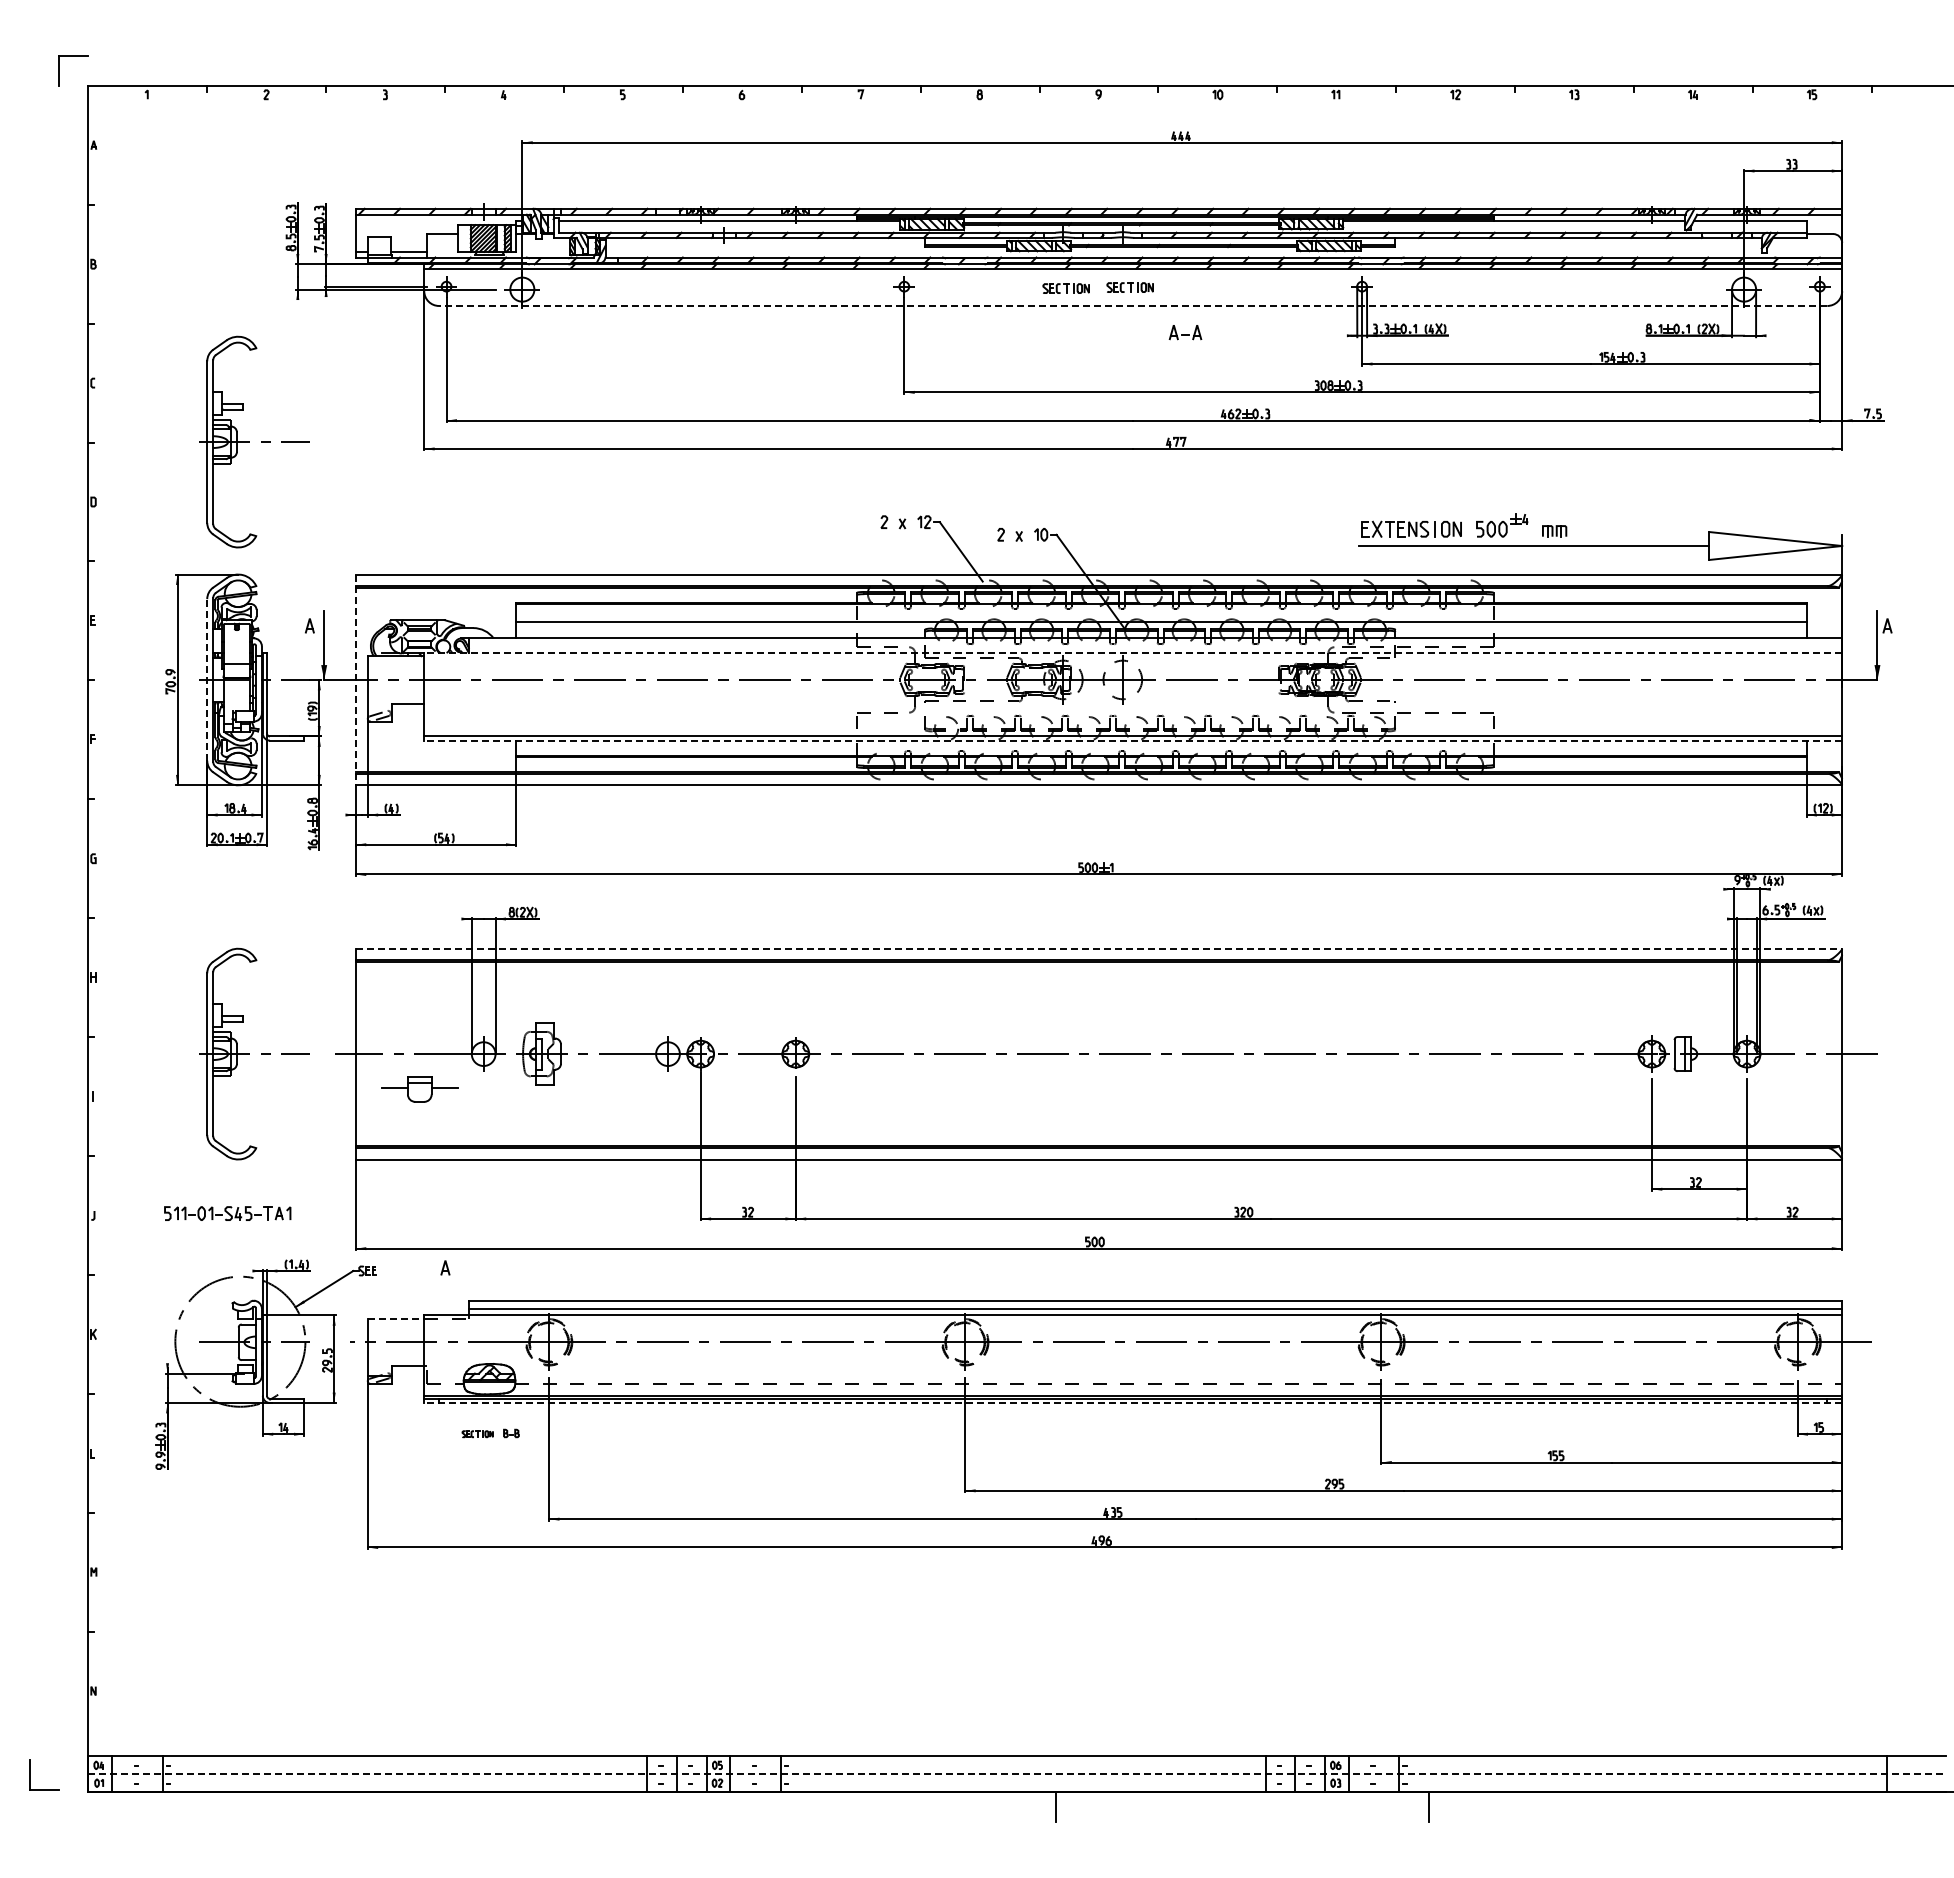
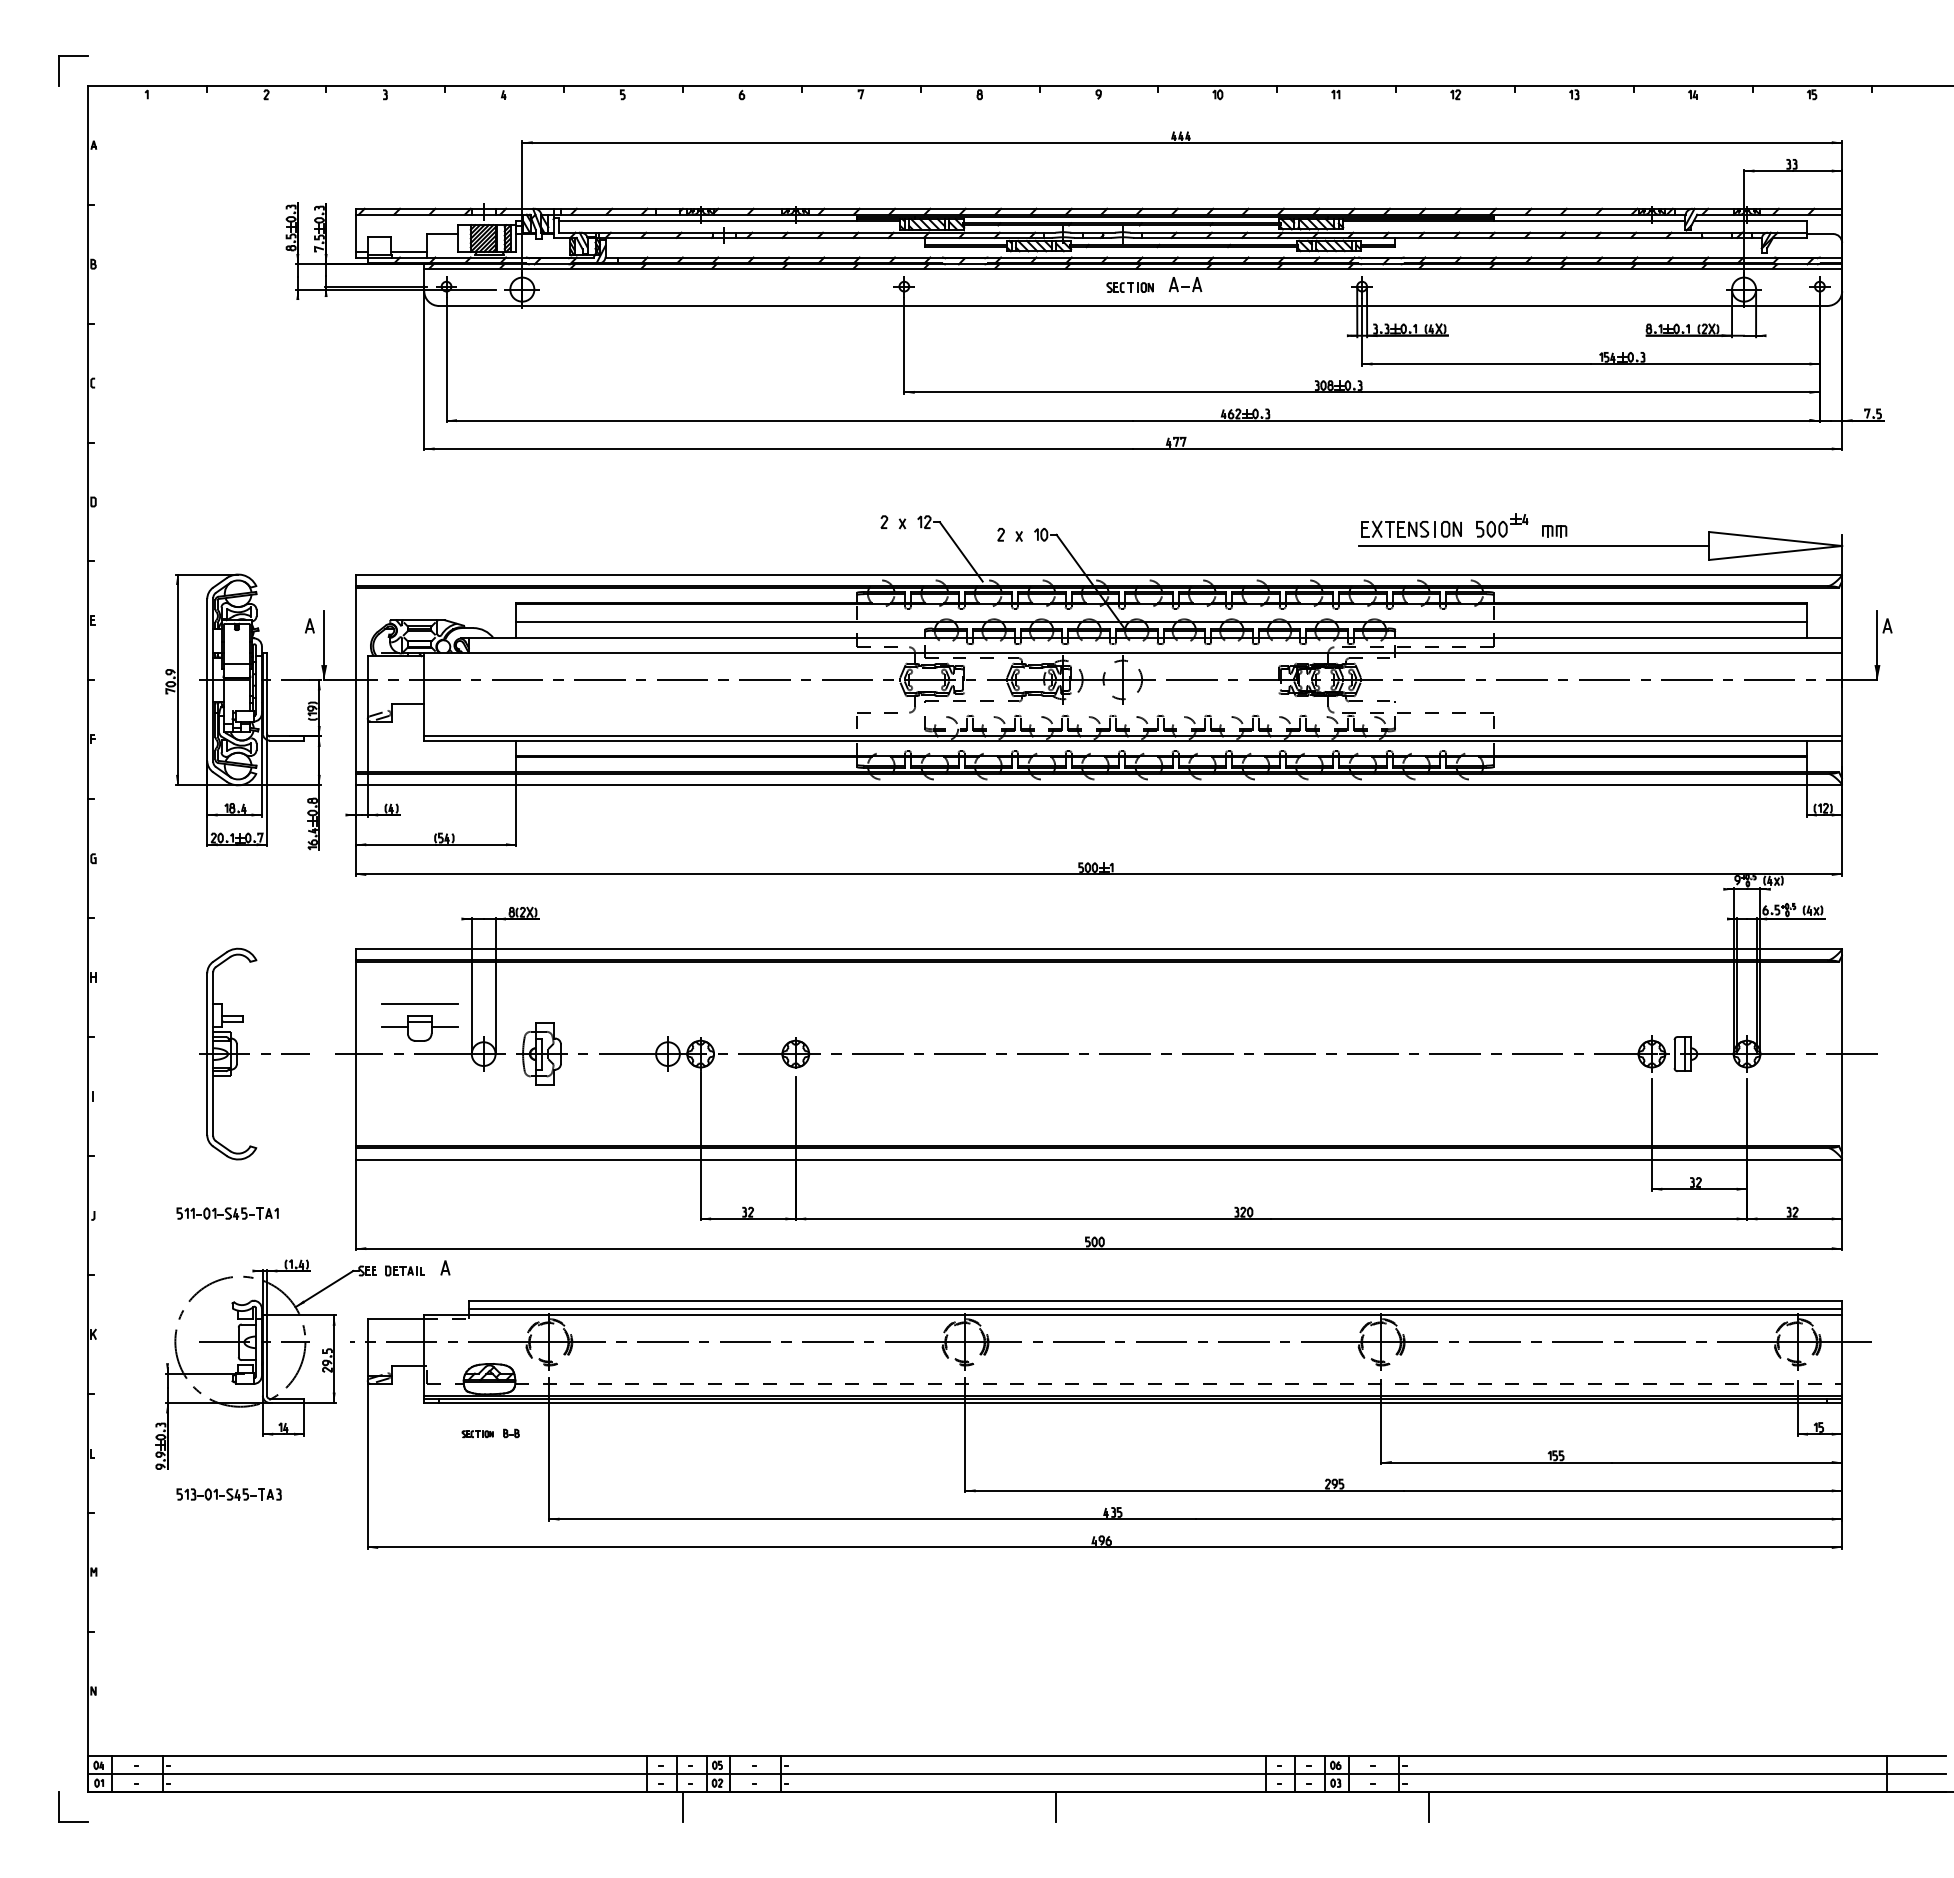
part at (1065, 288): present -> none
line at (1132, 305): dashed -> solid
part at (1185, 332) position: (1185, 332) -> (1185, 284)
part at (254, 441): present -> none
line at (1133, 652): dashed -> solid
line at (207, 679): dashed -> solid
line at (355, 680): dashed -> solid
line at (1133, 740): dashed -> solid
line at (1099, 948): dashed -> solid
line at (419, 1003): none -> present
part at (419, 1089) position: (419, 1089) -> (419, 1028)
part at (227, 1213) size: 128x15 px -> 103x13 px
part at (404, 1270): none -> present
line at (396, 1318): dashed -> solid
line at (1133, 1403): dashed -> solid
part at (228, 1494): none -> present
part at (30, 1774) position: (30, 1774) -> (59, 1806)
line at (1017, 1774): dashed -> solid
line at (682, 1806): none -> present
